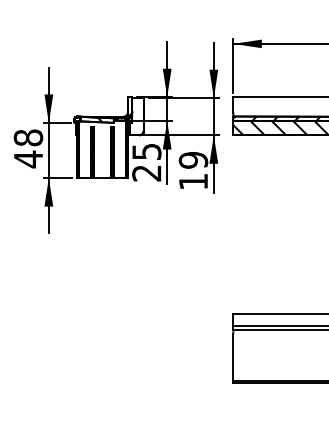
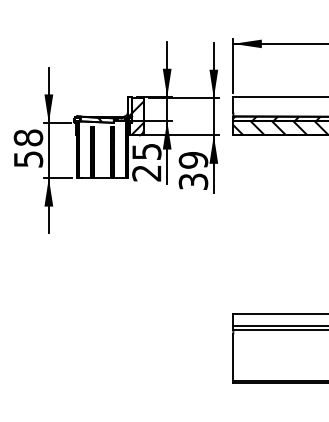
hatch at (137, 118): none -> present
text at (28, 159): 48 -> 58
text at (193, 181): 19 -> 39
